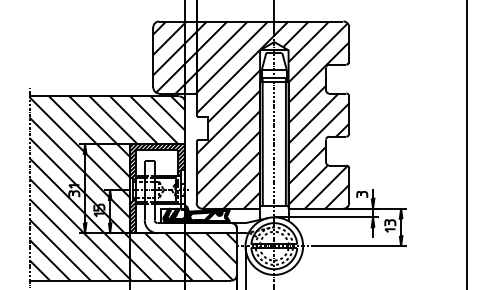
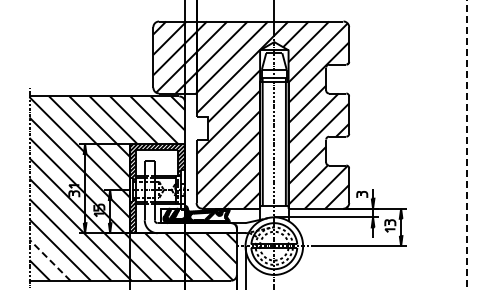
line at (466, 145): solid -> dashed
line at (49, 260): solid -> dashed
